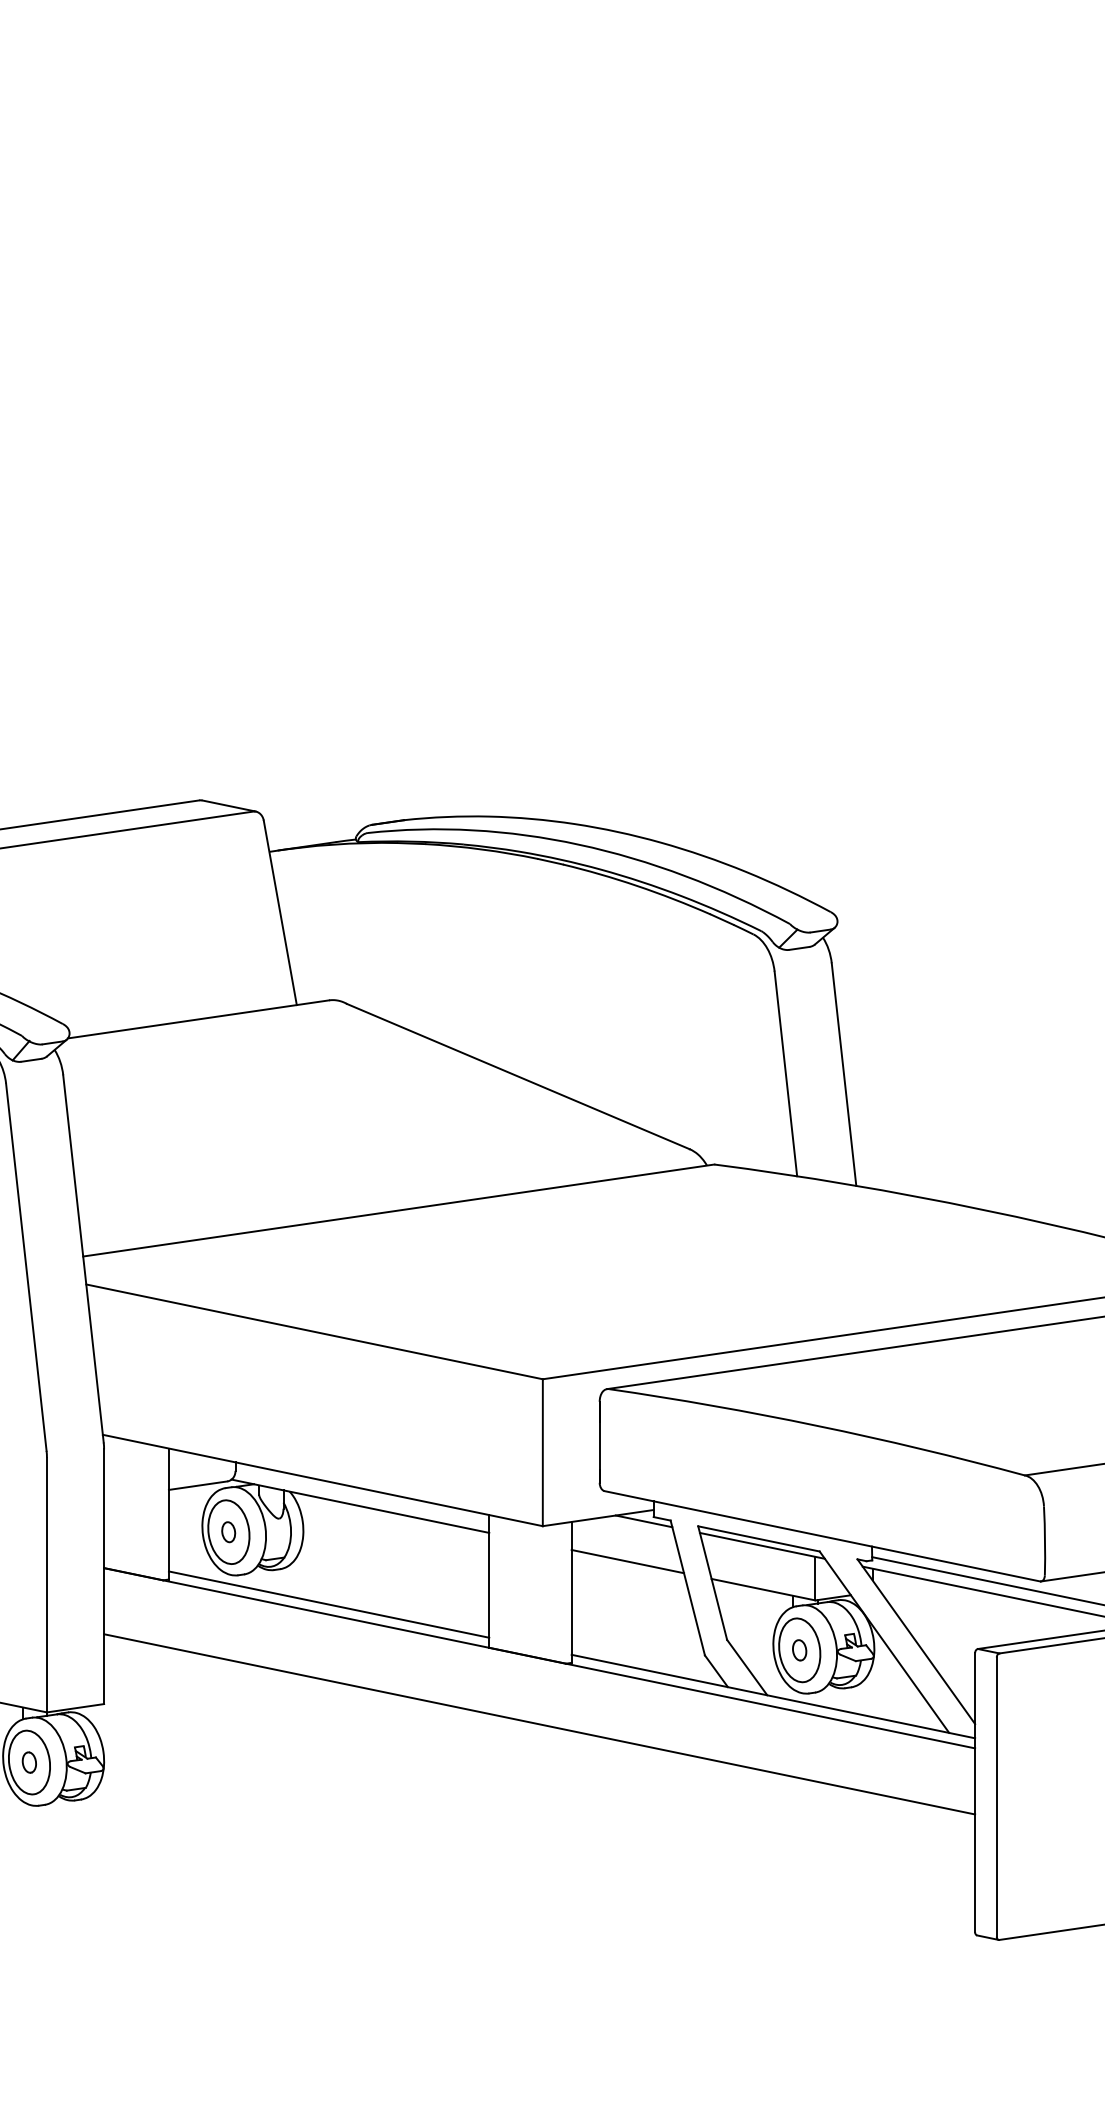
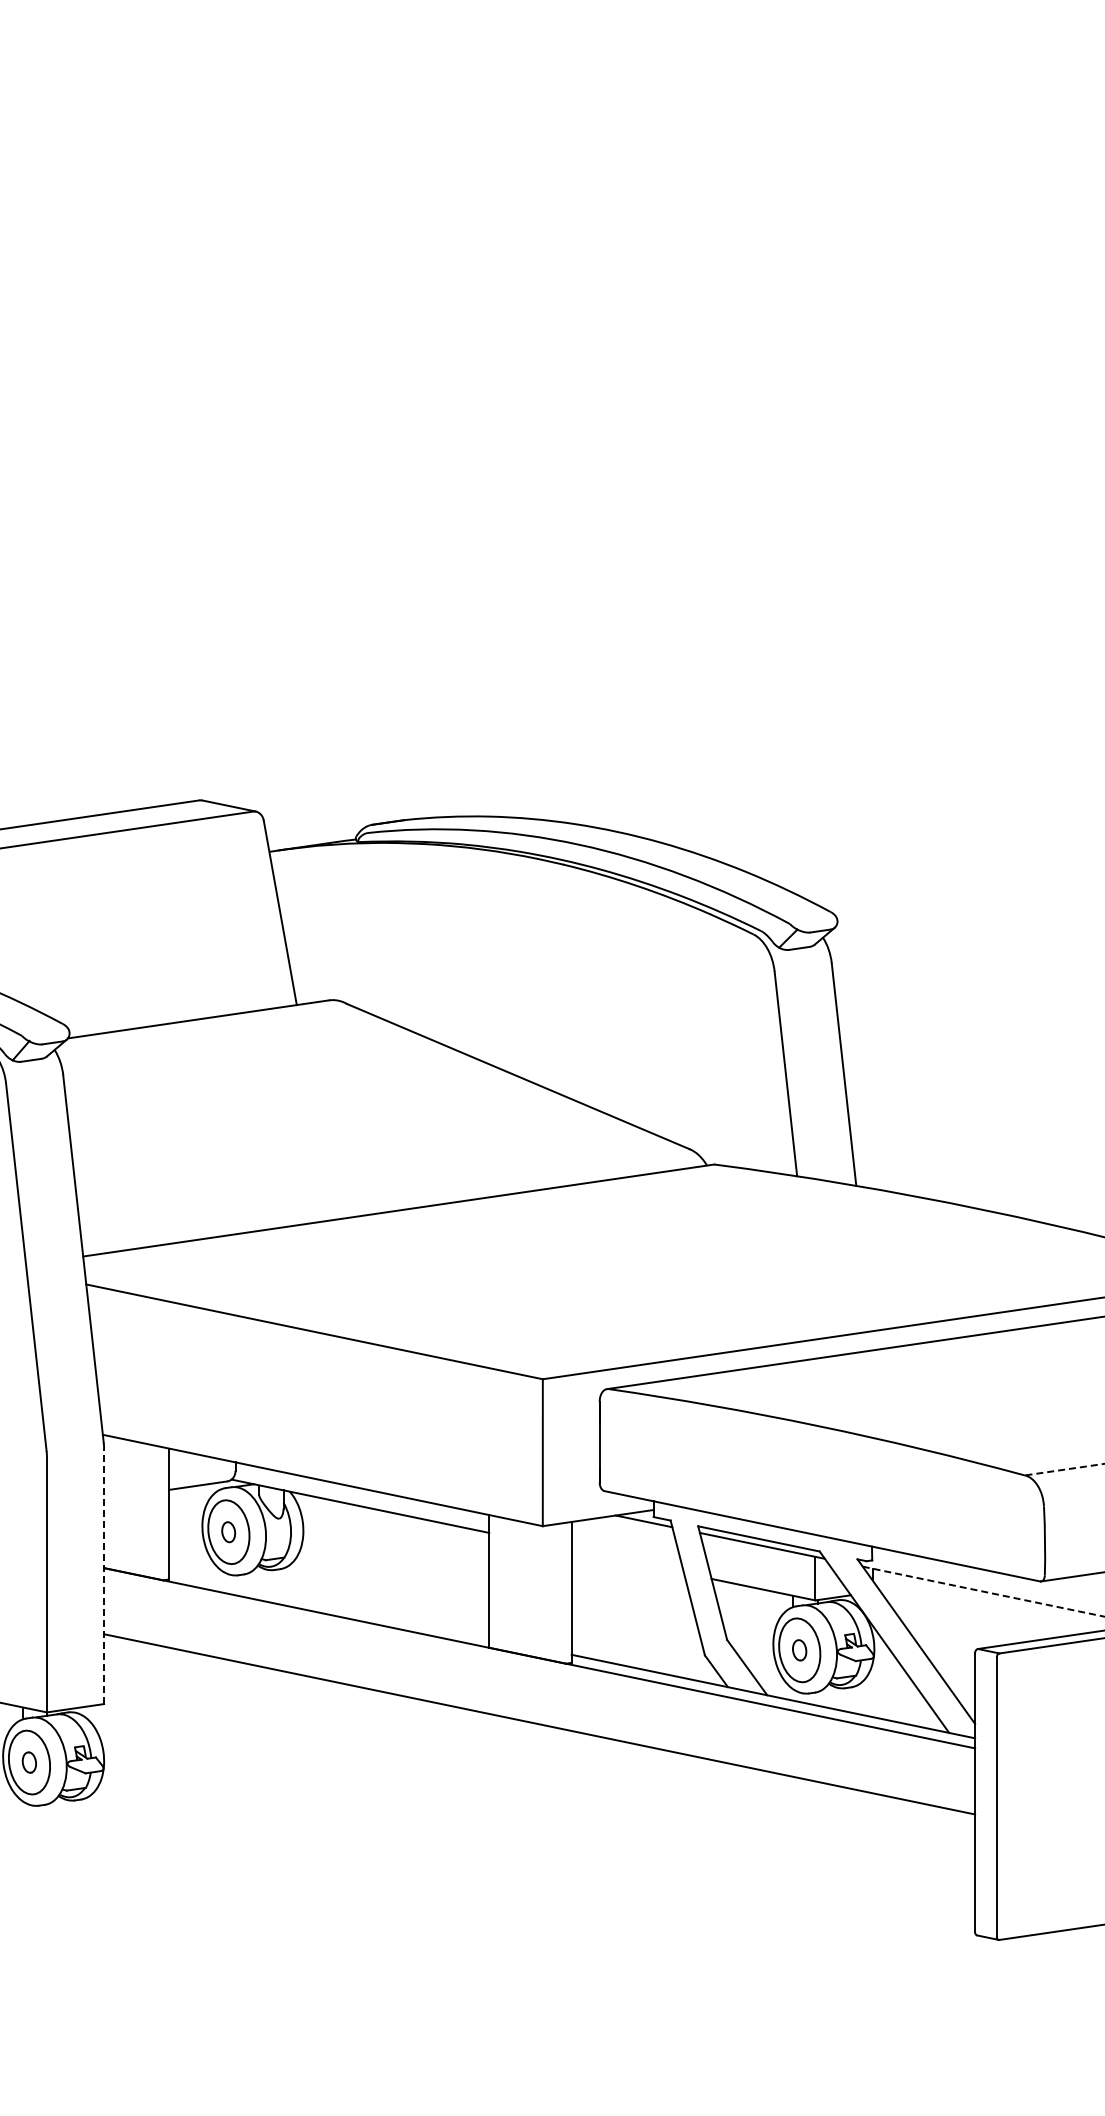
line at (1064, 1469): solid -> dashed
line at (627, 1561): present -> none
line at (104, 1576): solid -> dashed
line at (986, 1580): present -> none
line at (983, 1591): solid -> dashed
line at (328, 1604): present -> none
